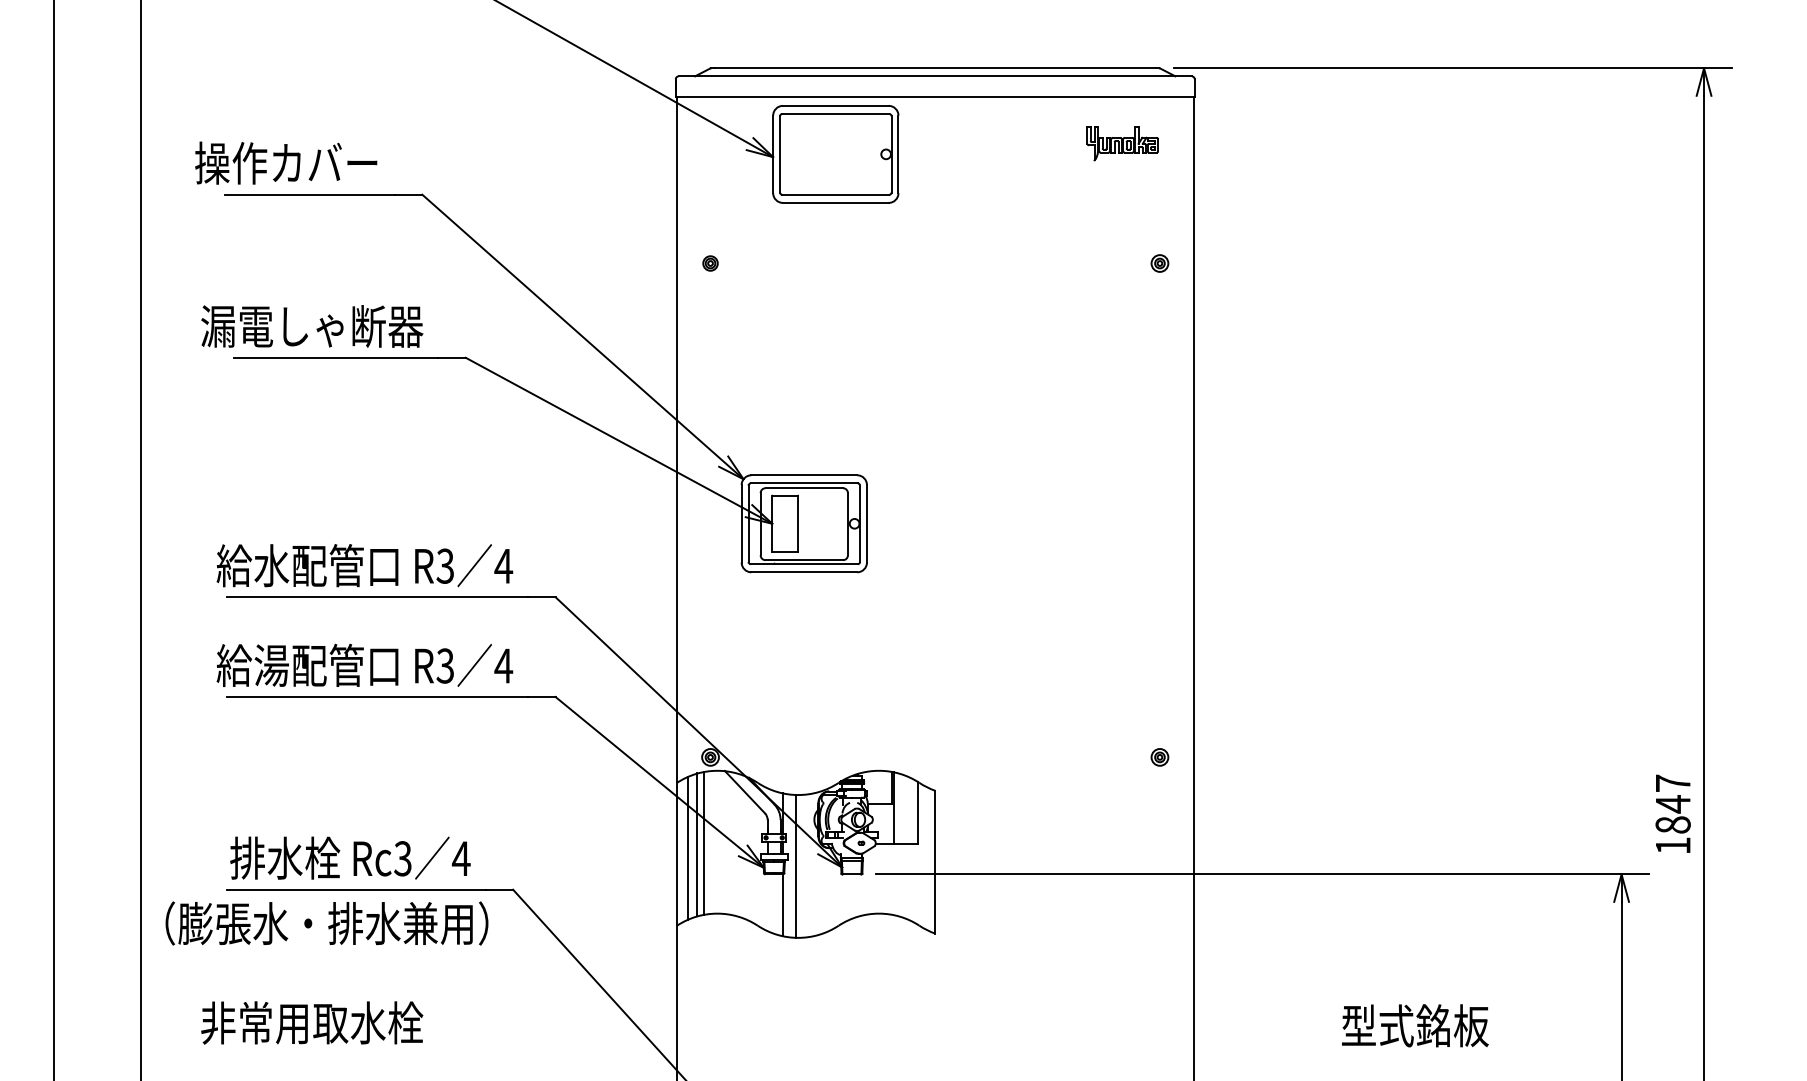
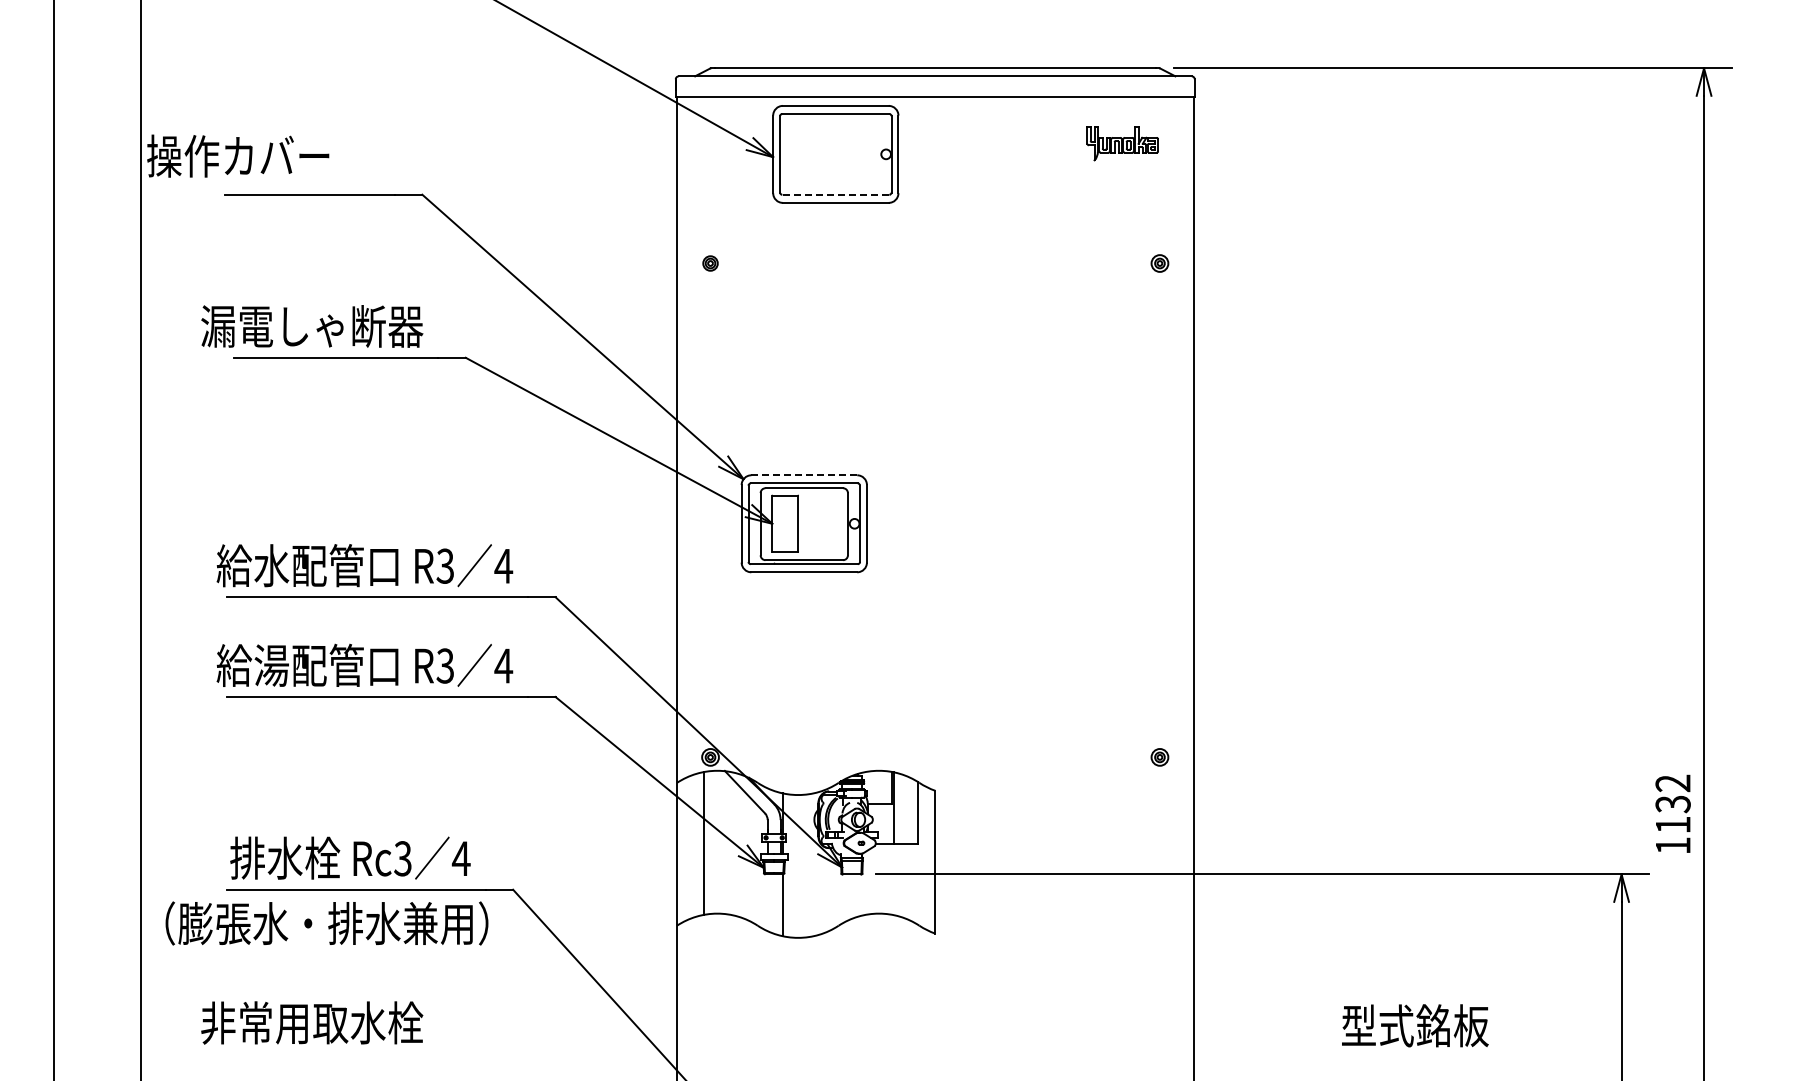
text at (286, 162) position: (286, 162) -> (238, 155)
line at (835, 194): solid -> dashed
line at (804, 475): solid -> dashed
text at (1672, 803): 1847 -> 1132
line at (697, 844): present -> none
line at (688, 847): present -> none
line at (795, 865): present -> none
